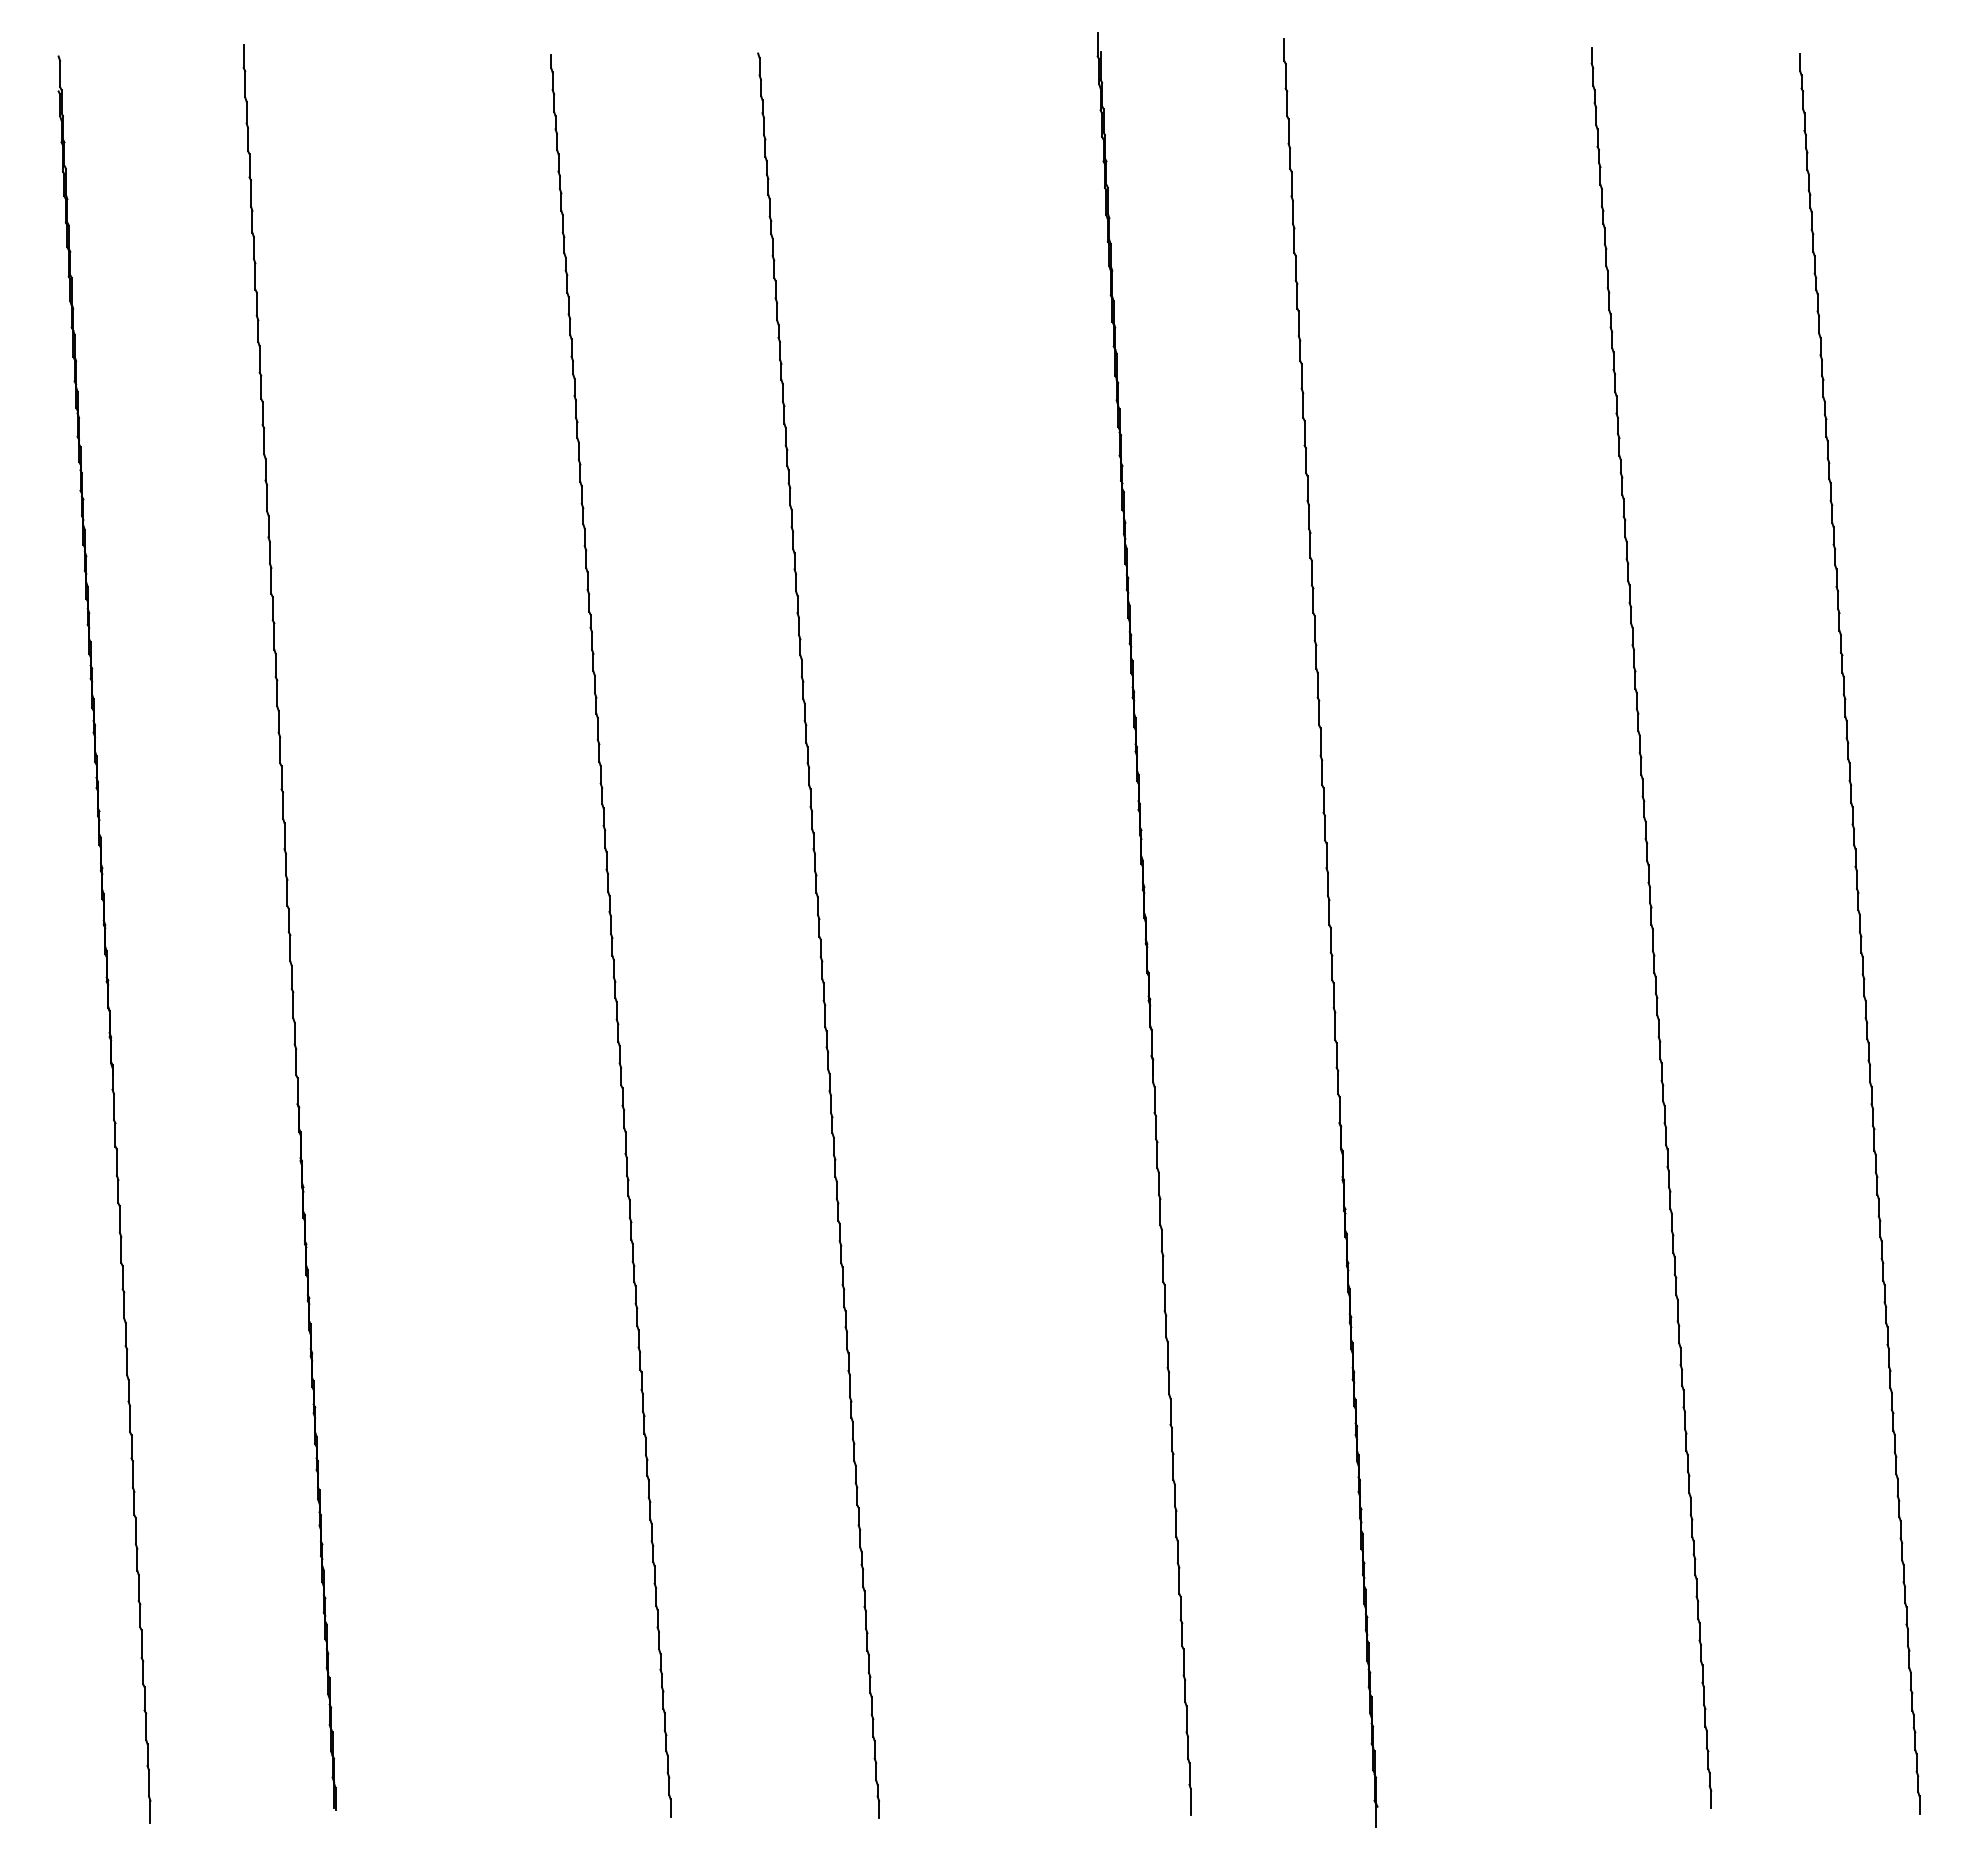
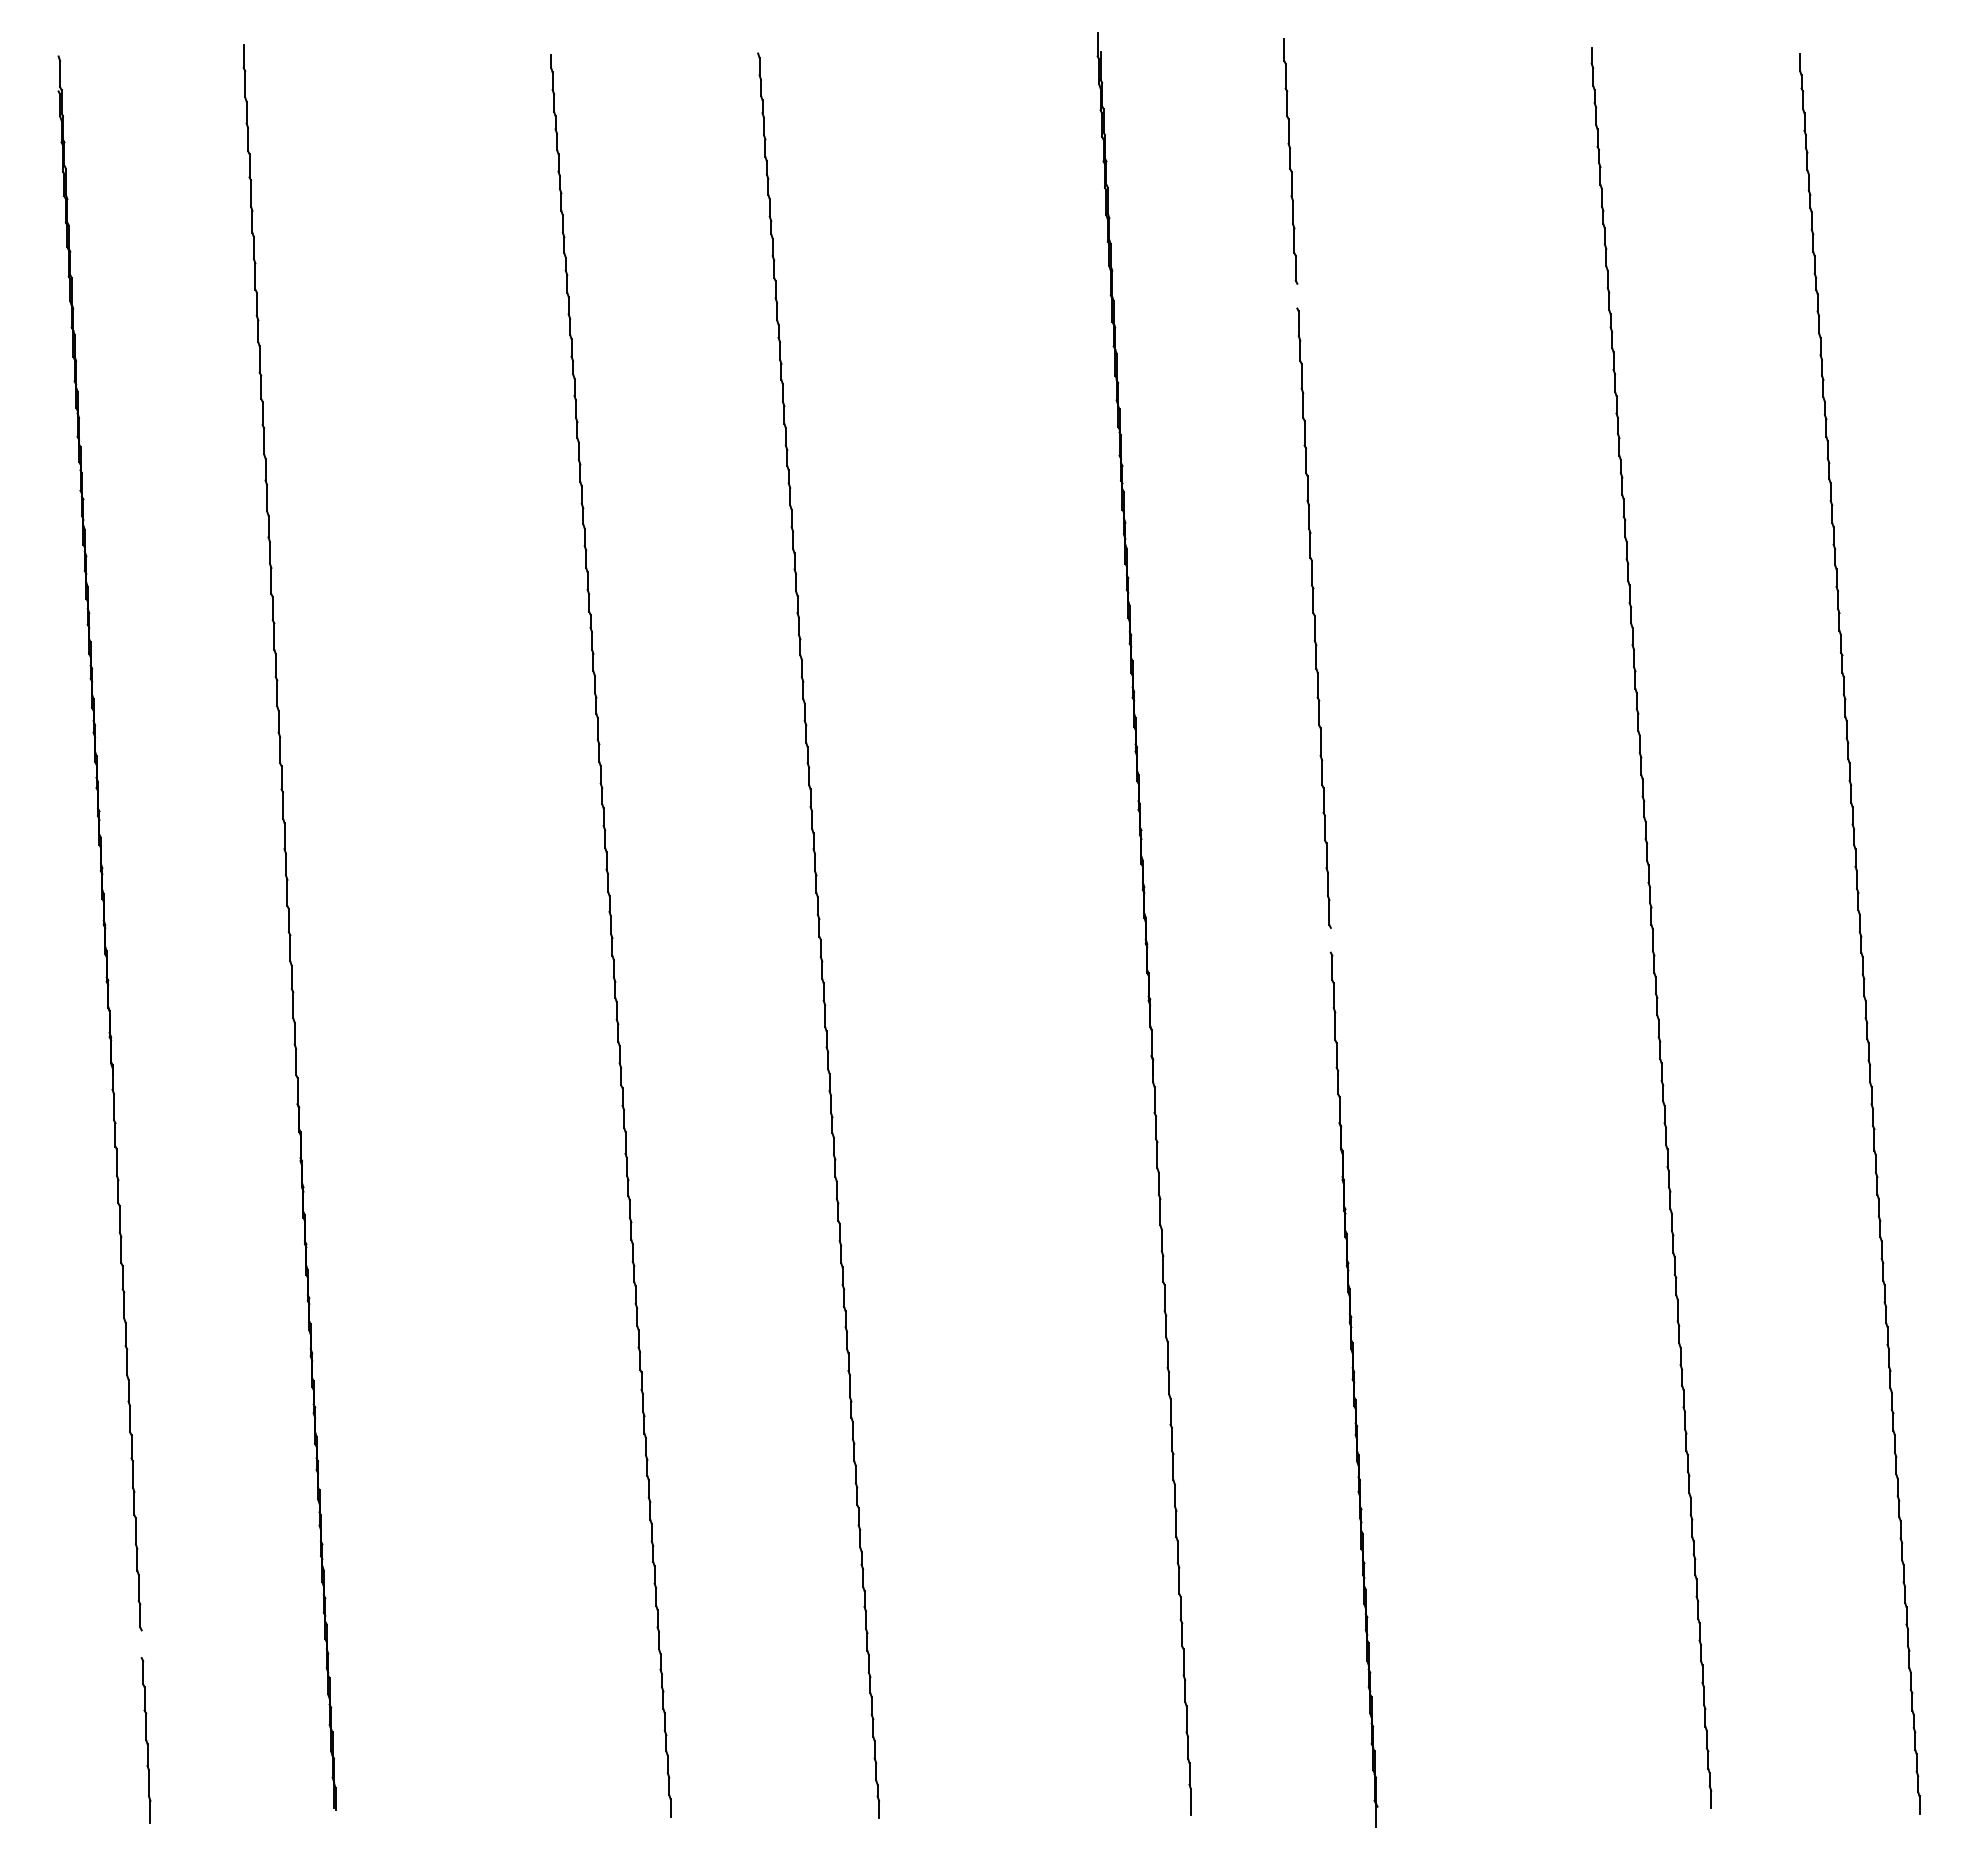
line at (1297, 295): present -> none
line at (1330, 939): present -> none
line at (141, 1644): present -> none
